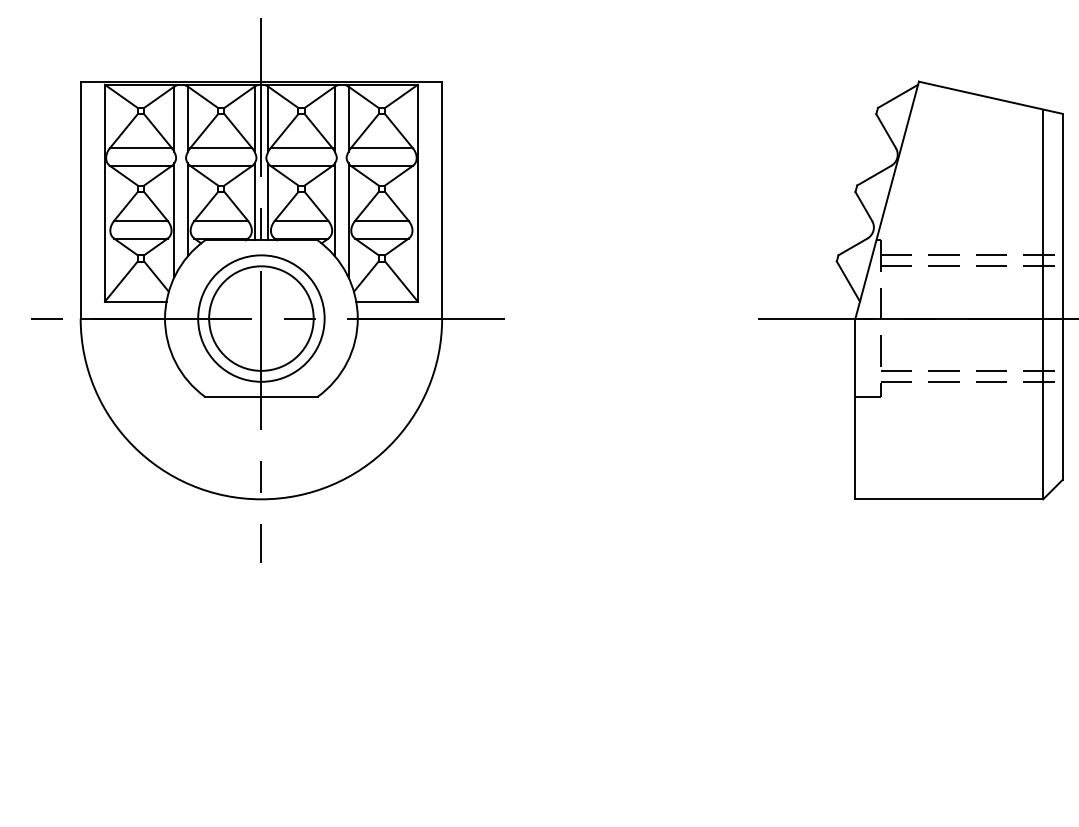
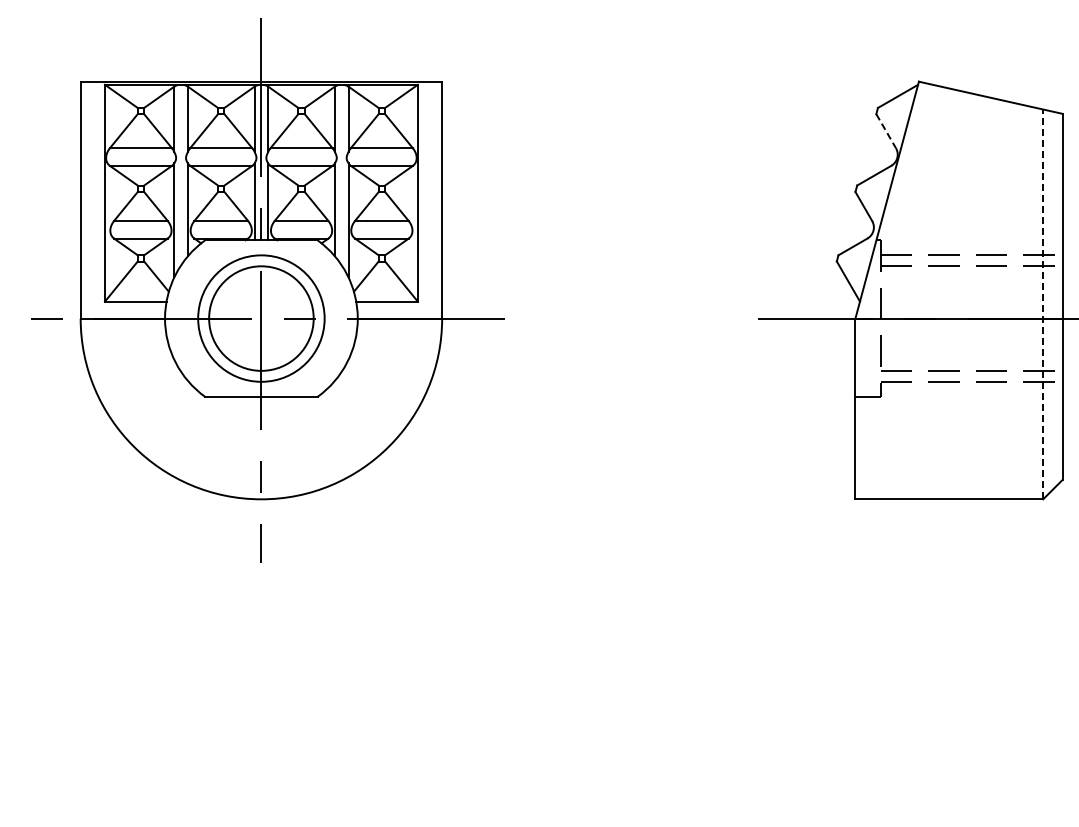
line at (886, 131): solid -> dashed
line at (1043, 304): solid -> dashed
